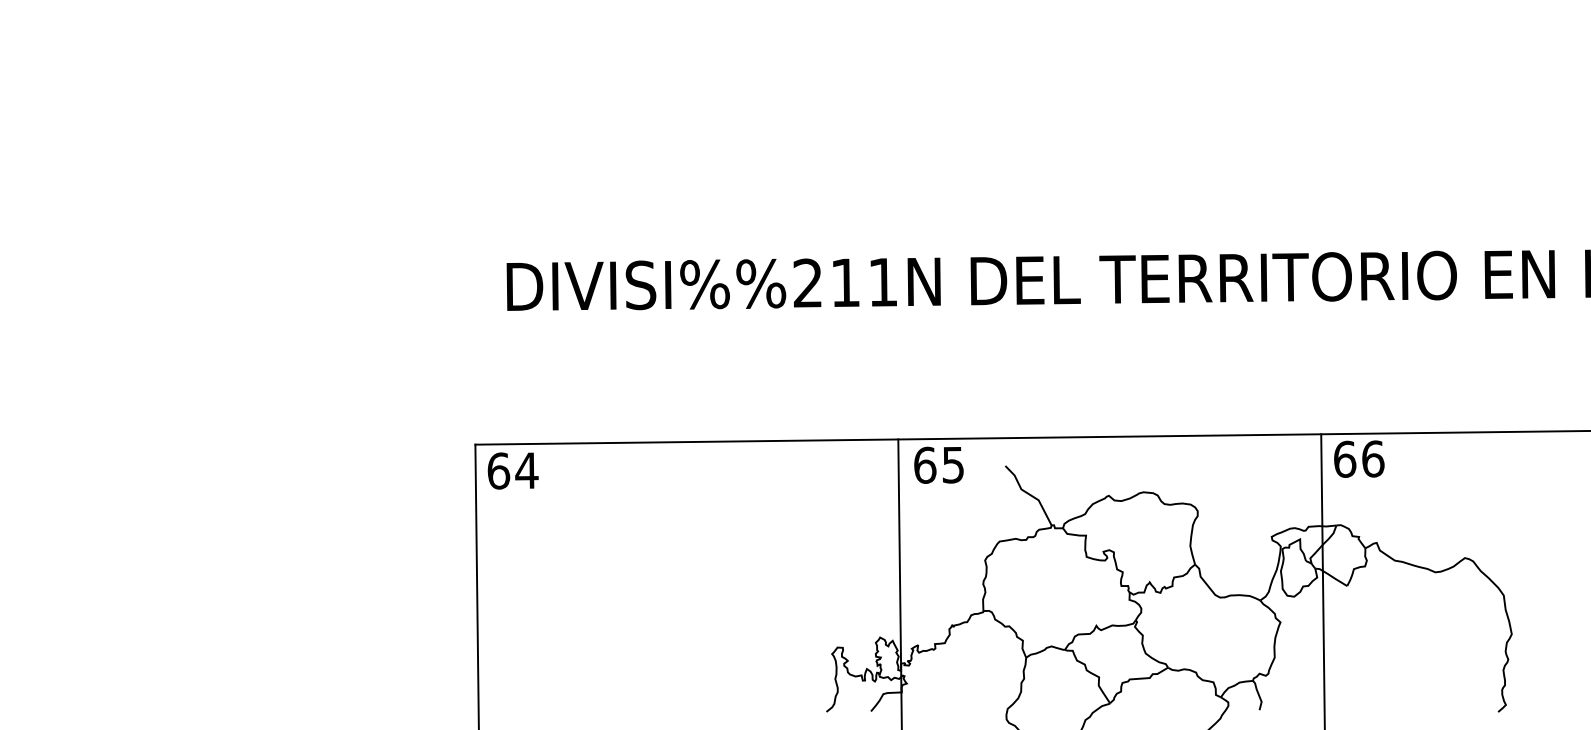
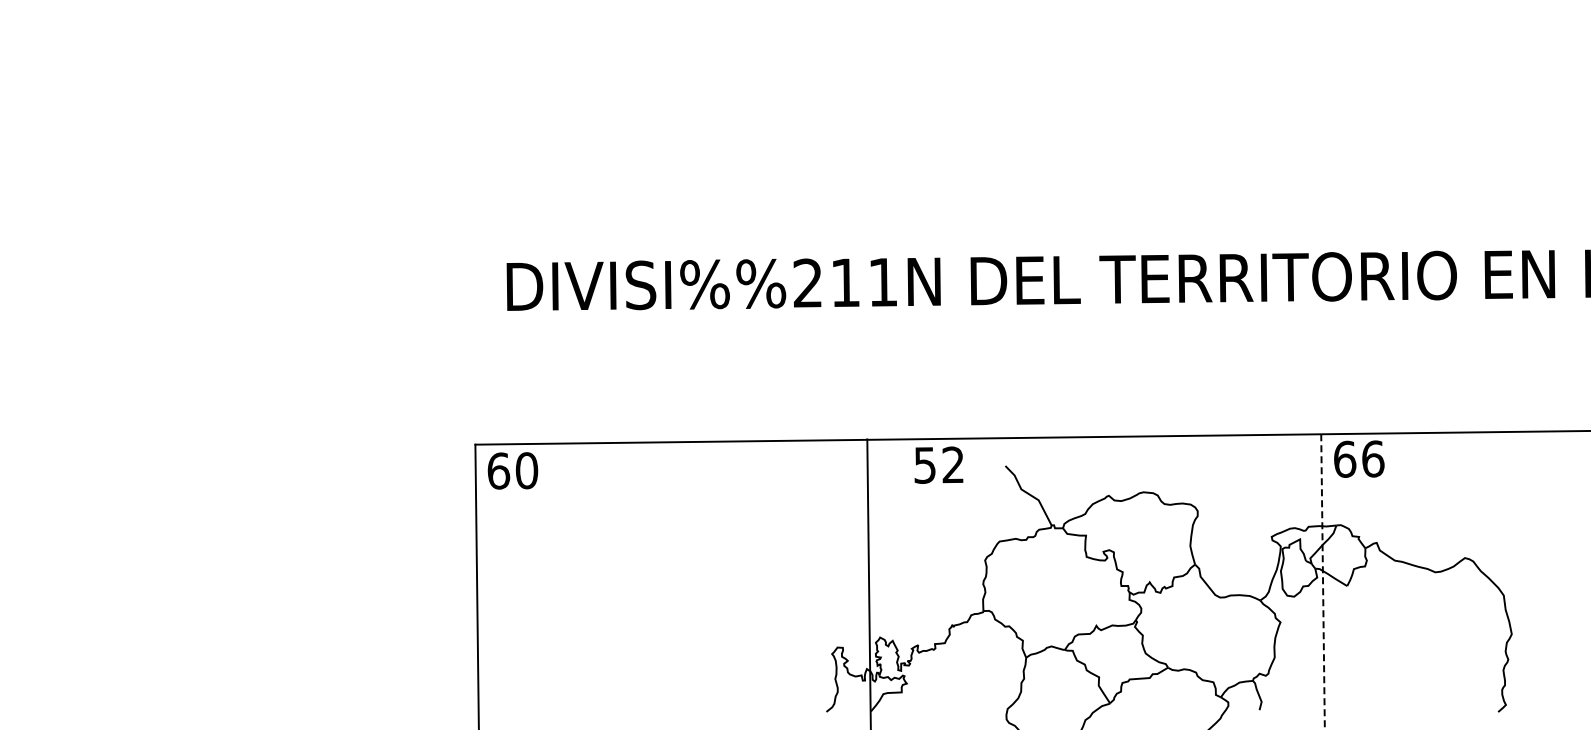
text at (938, 464): 65 -> 52
text at (526, 470): 64 -> 60
line at (899, 582) position: (899, 582) -> (868, 582)
line at (1323, 582): solid -> dashed
